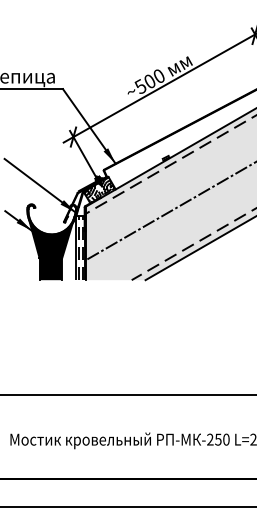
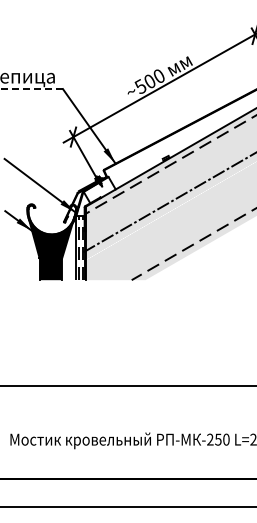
line at (31, 89): solid -> dashed
hatch at (99, 189): present -> none
line at (169, 211) position: (169, 211) -> (167, 203)
line at (199, 248): present -> none
line at (127, 395) position: (127, 395) -> (127, 386)
